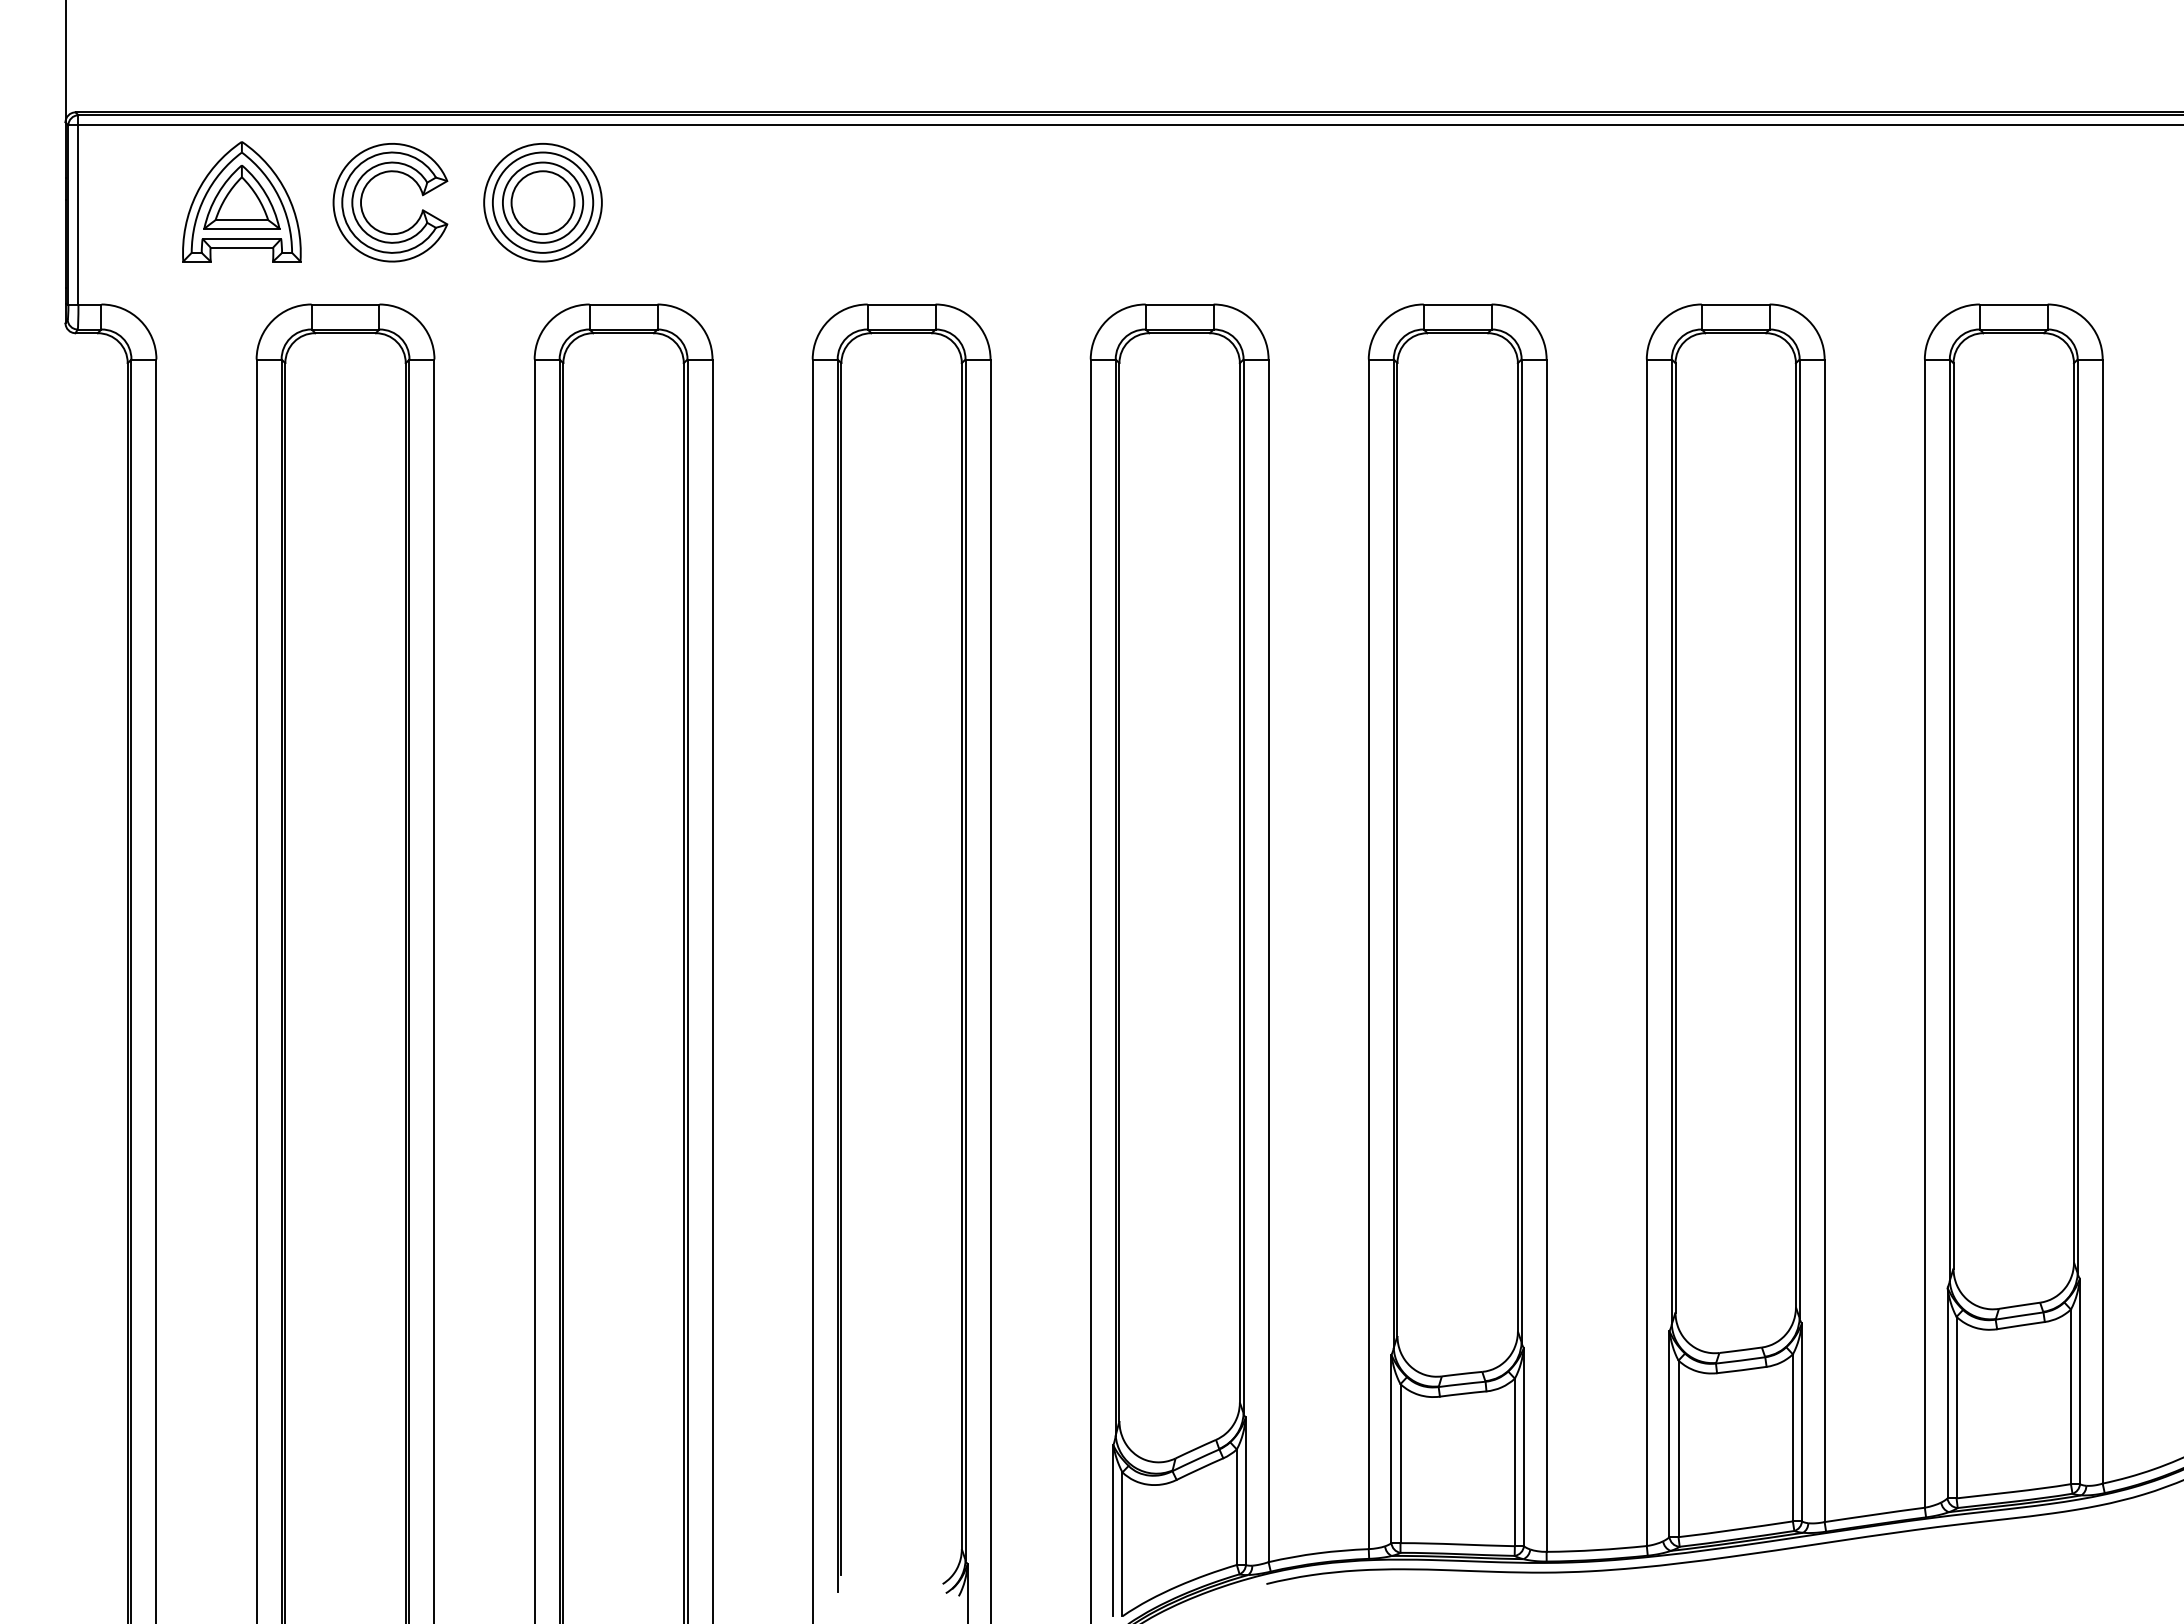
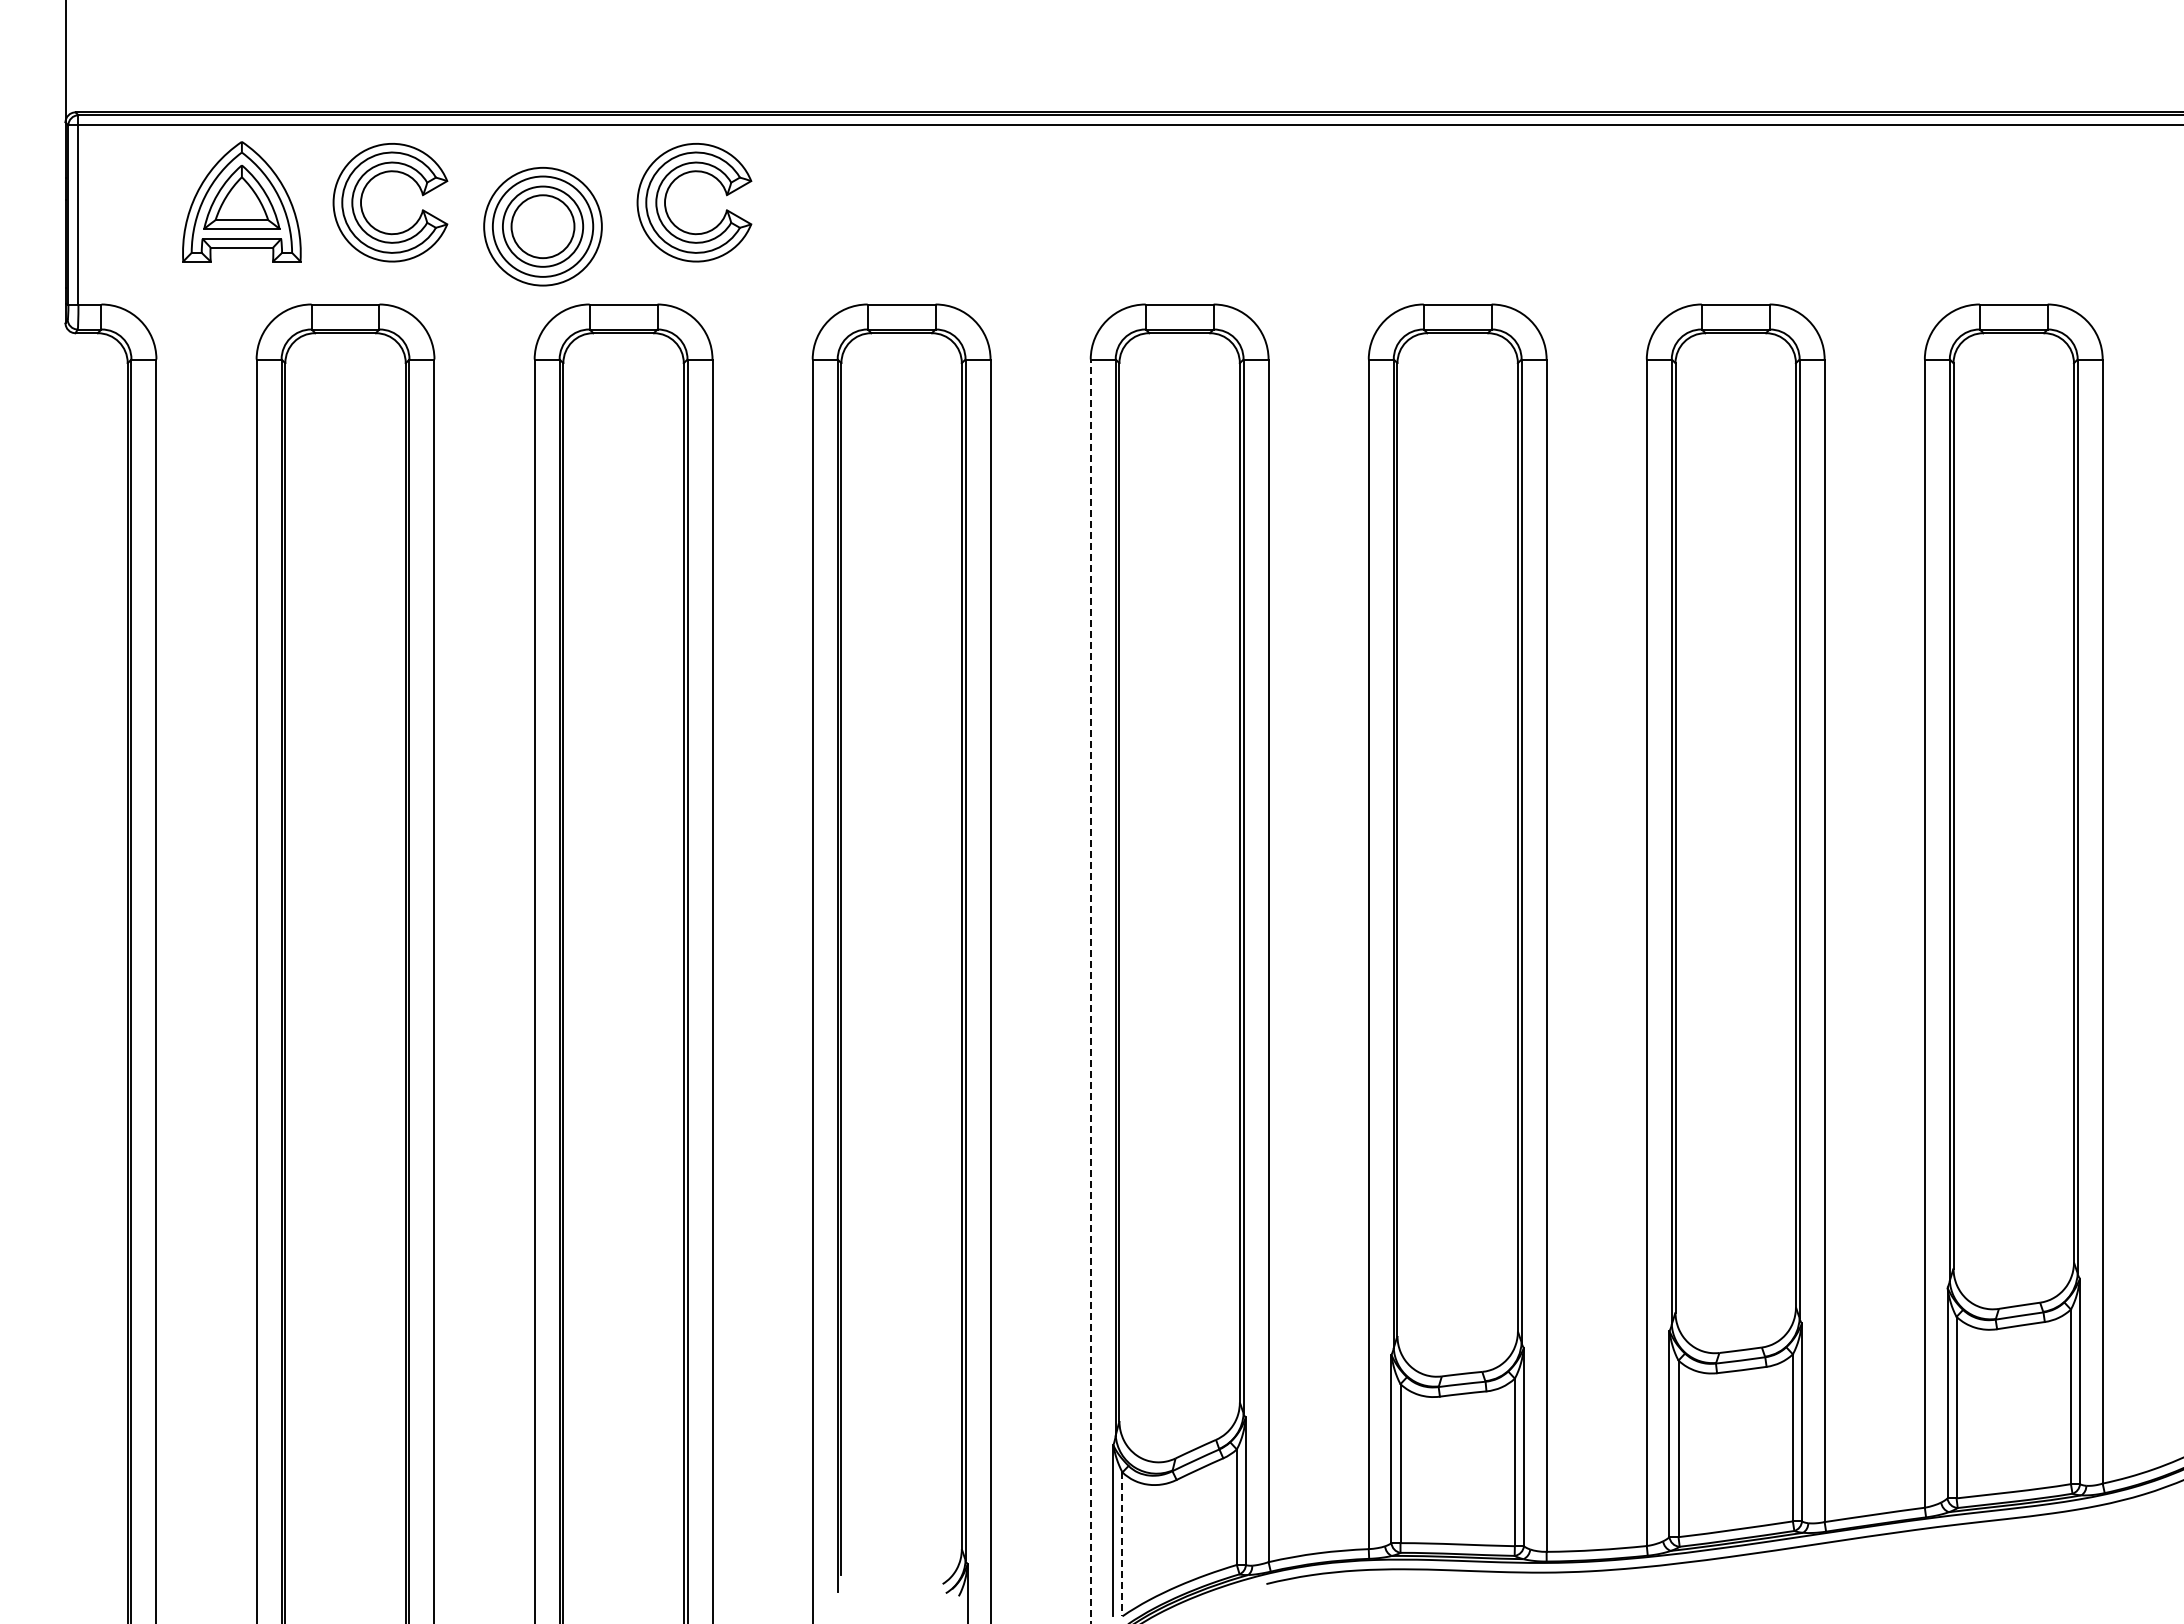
part at (666, 199): none -> present
part at (542, 202) position: (542, 202) -> (542, 226)
line at (1090, 991): solid -> dashed
line at (1122, 1544): solid -> dashed
